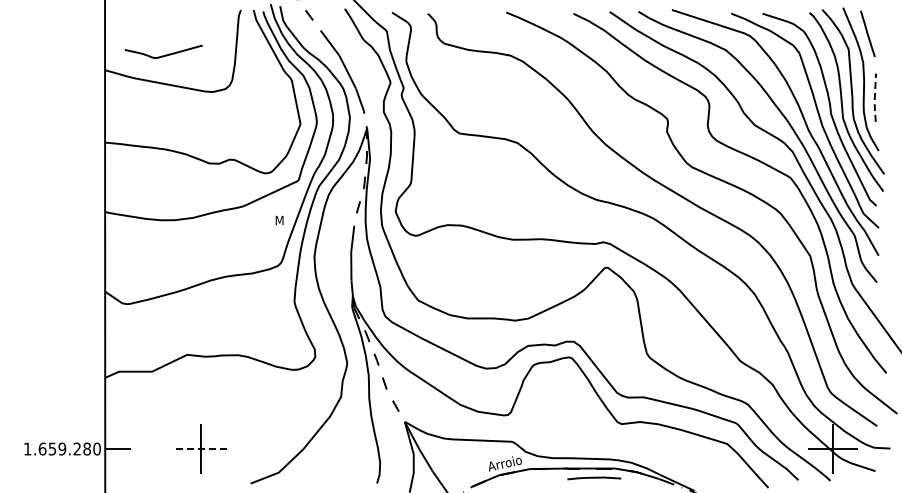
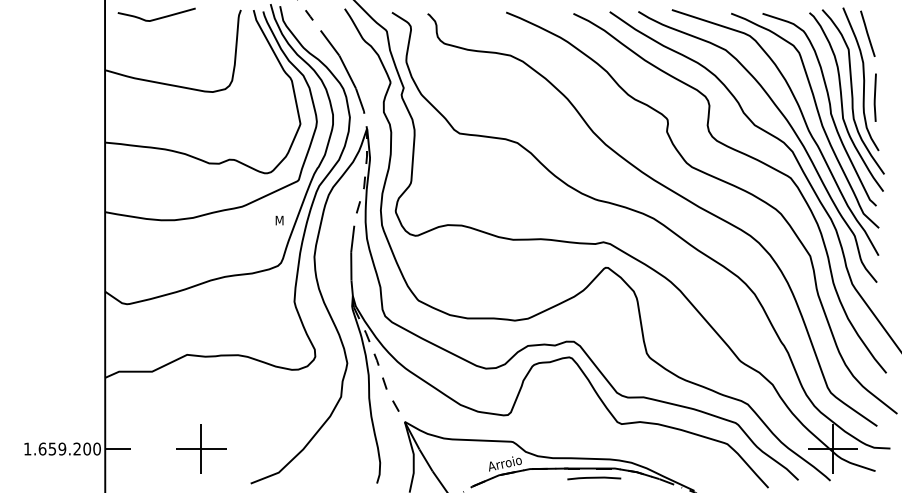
curve at (165, 54) position: (165, 54) -> (158, 17)
line at (874, 99): dashed -> solid
text at (87, 448): 1.659.280 -> 1.659.200
line at (200, 449): dashed -> solid
